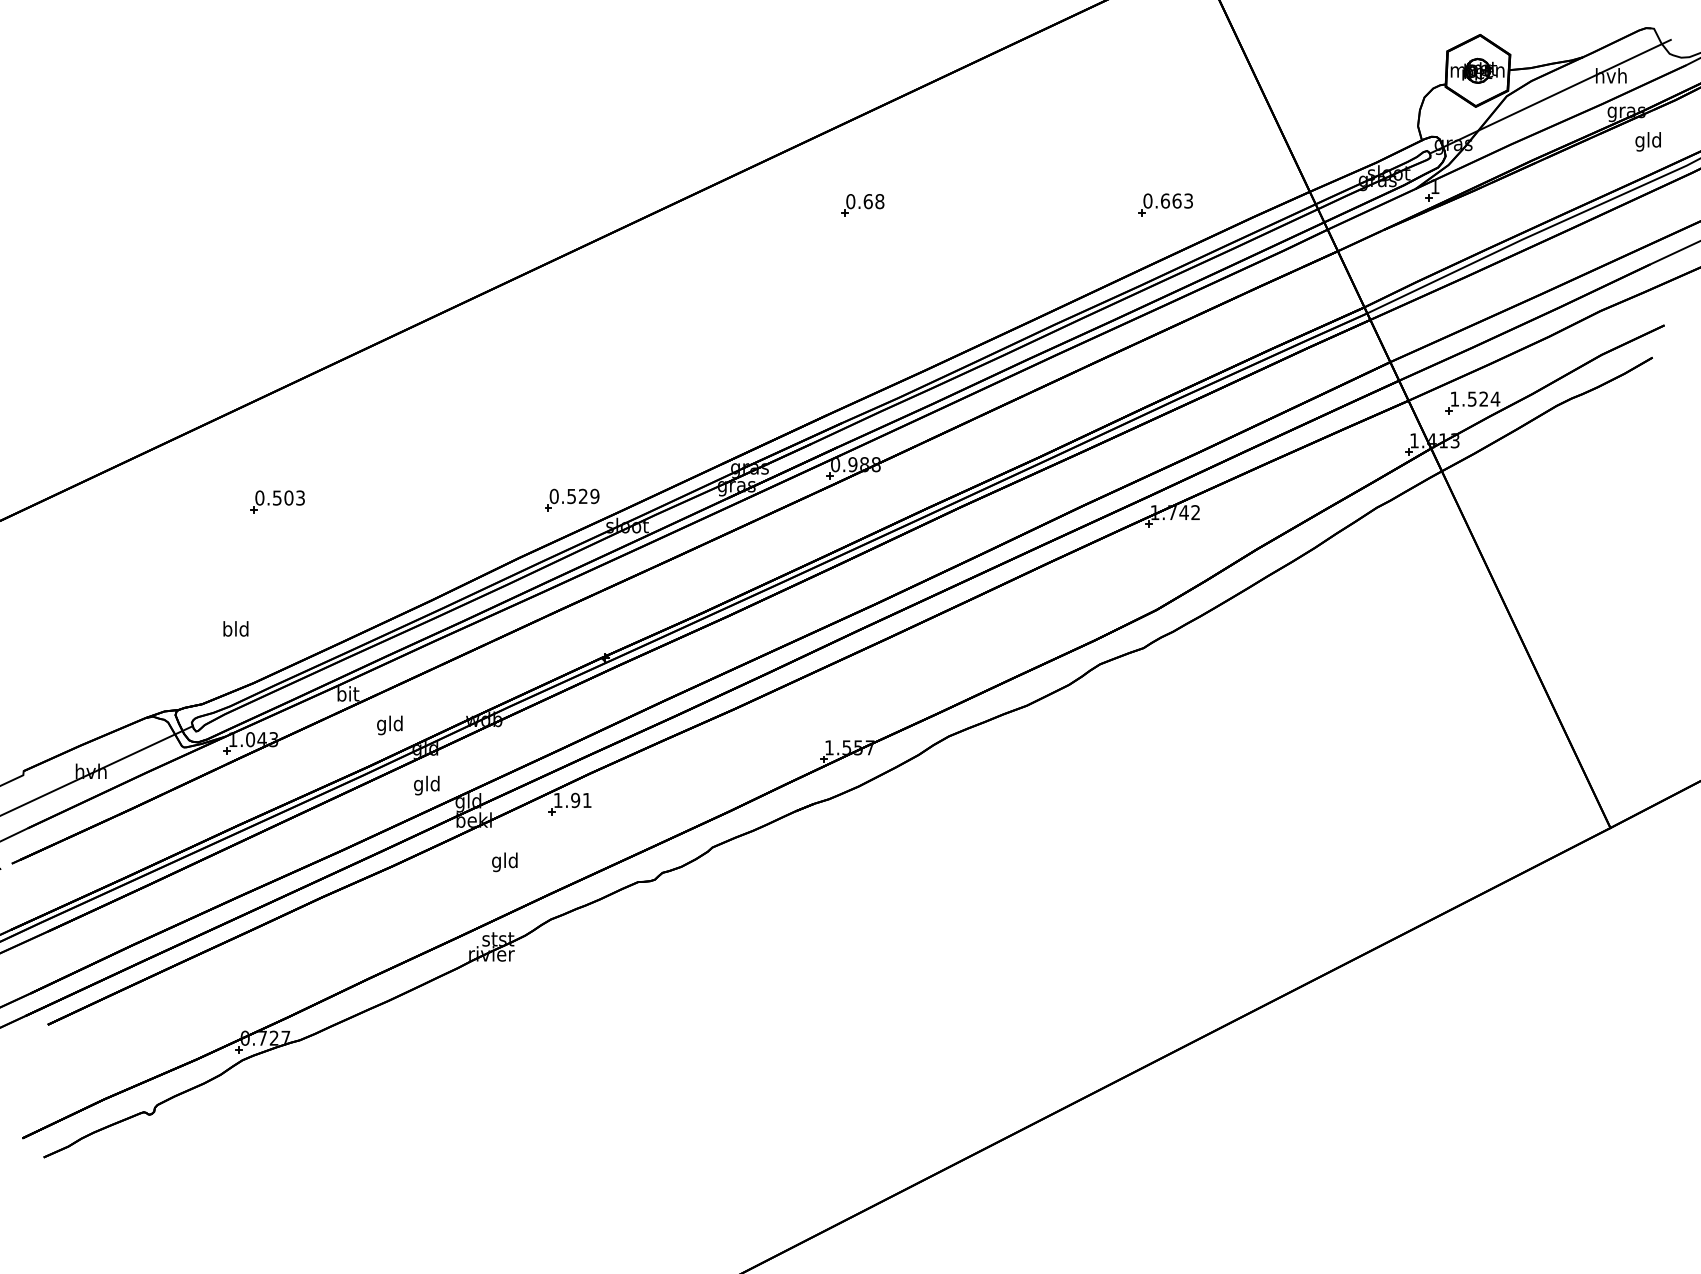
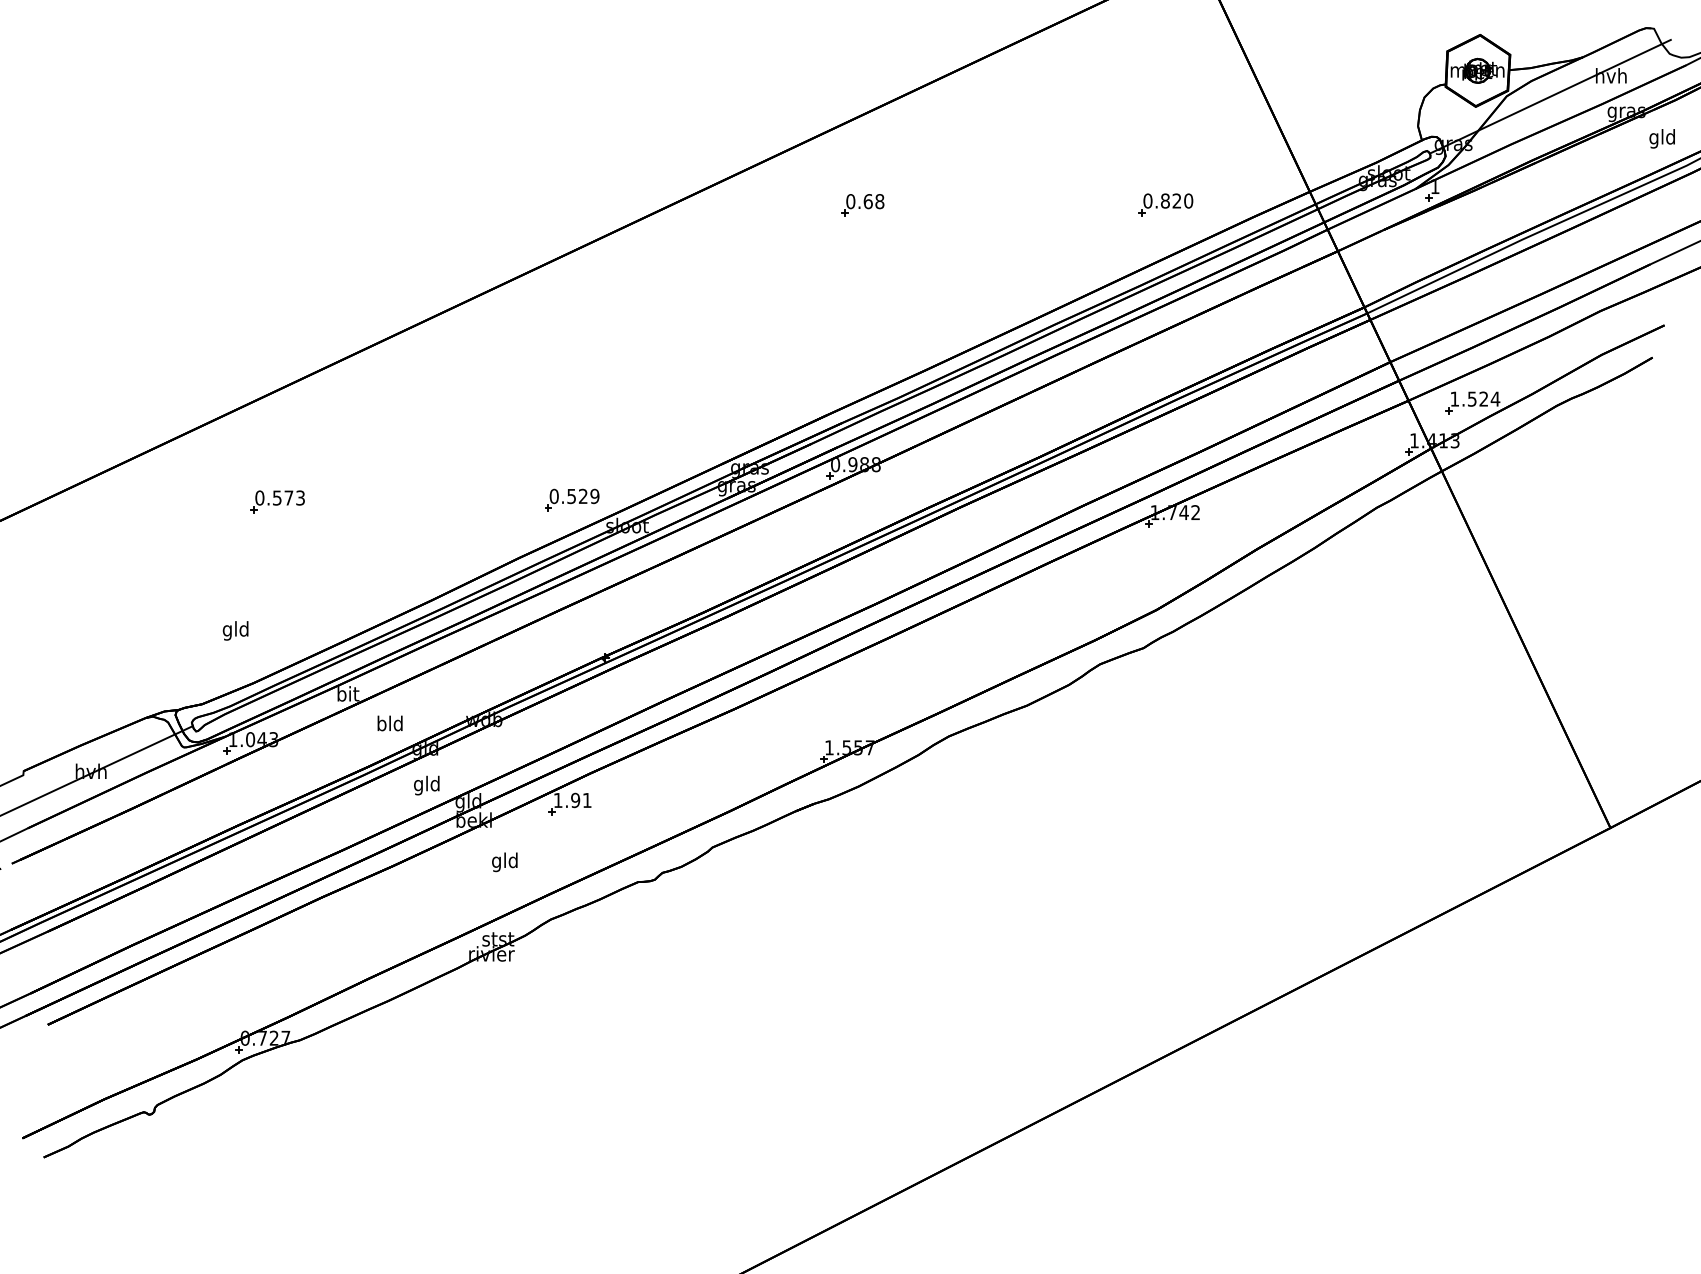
text at (1647, 141) position: (1647, 141) -> (1661, 138)
text at (1176, 200): 0.663 -> 0.820
text at (288, 497): 0.503 -> 0.573
text at (227, 630): bld -> gld
text at (381, 725): gld -> bld
